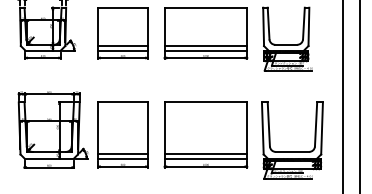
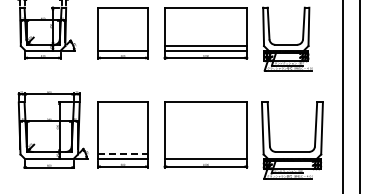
line at (122, 46): present -> none
line at (123, 154): solid -> dashed
line at (205, 154): present -> none
